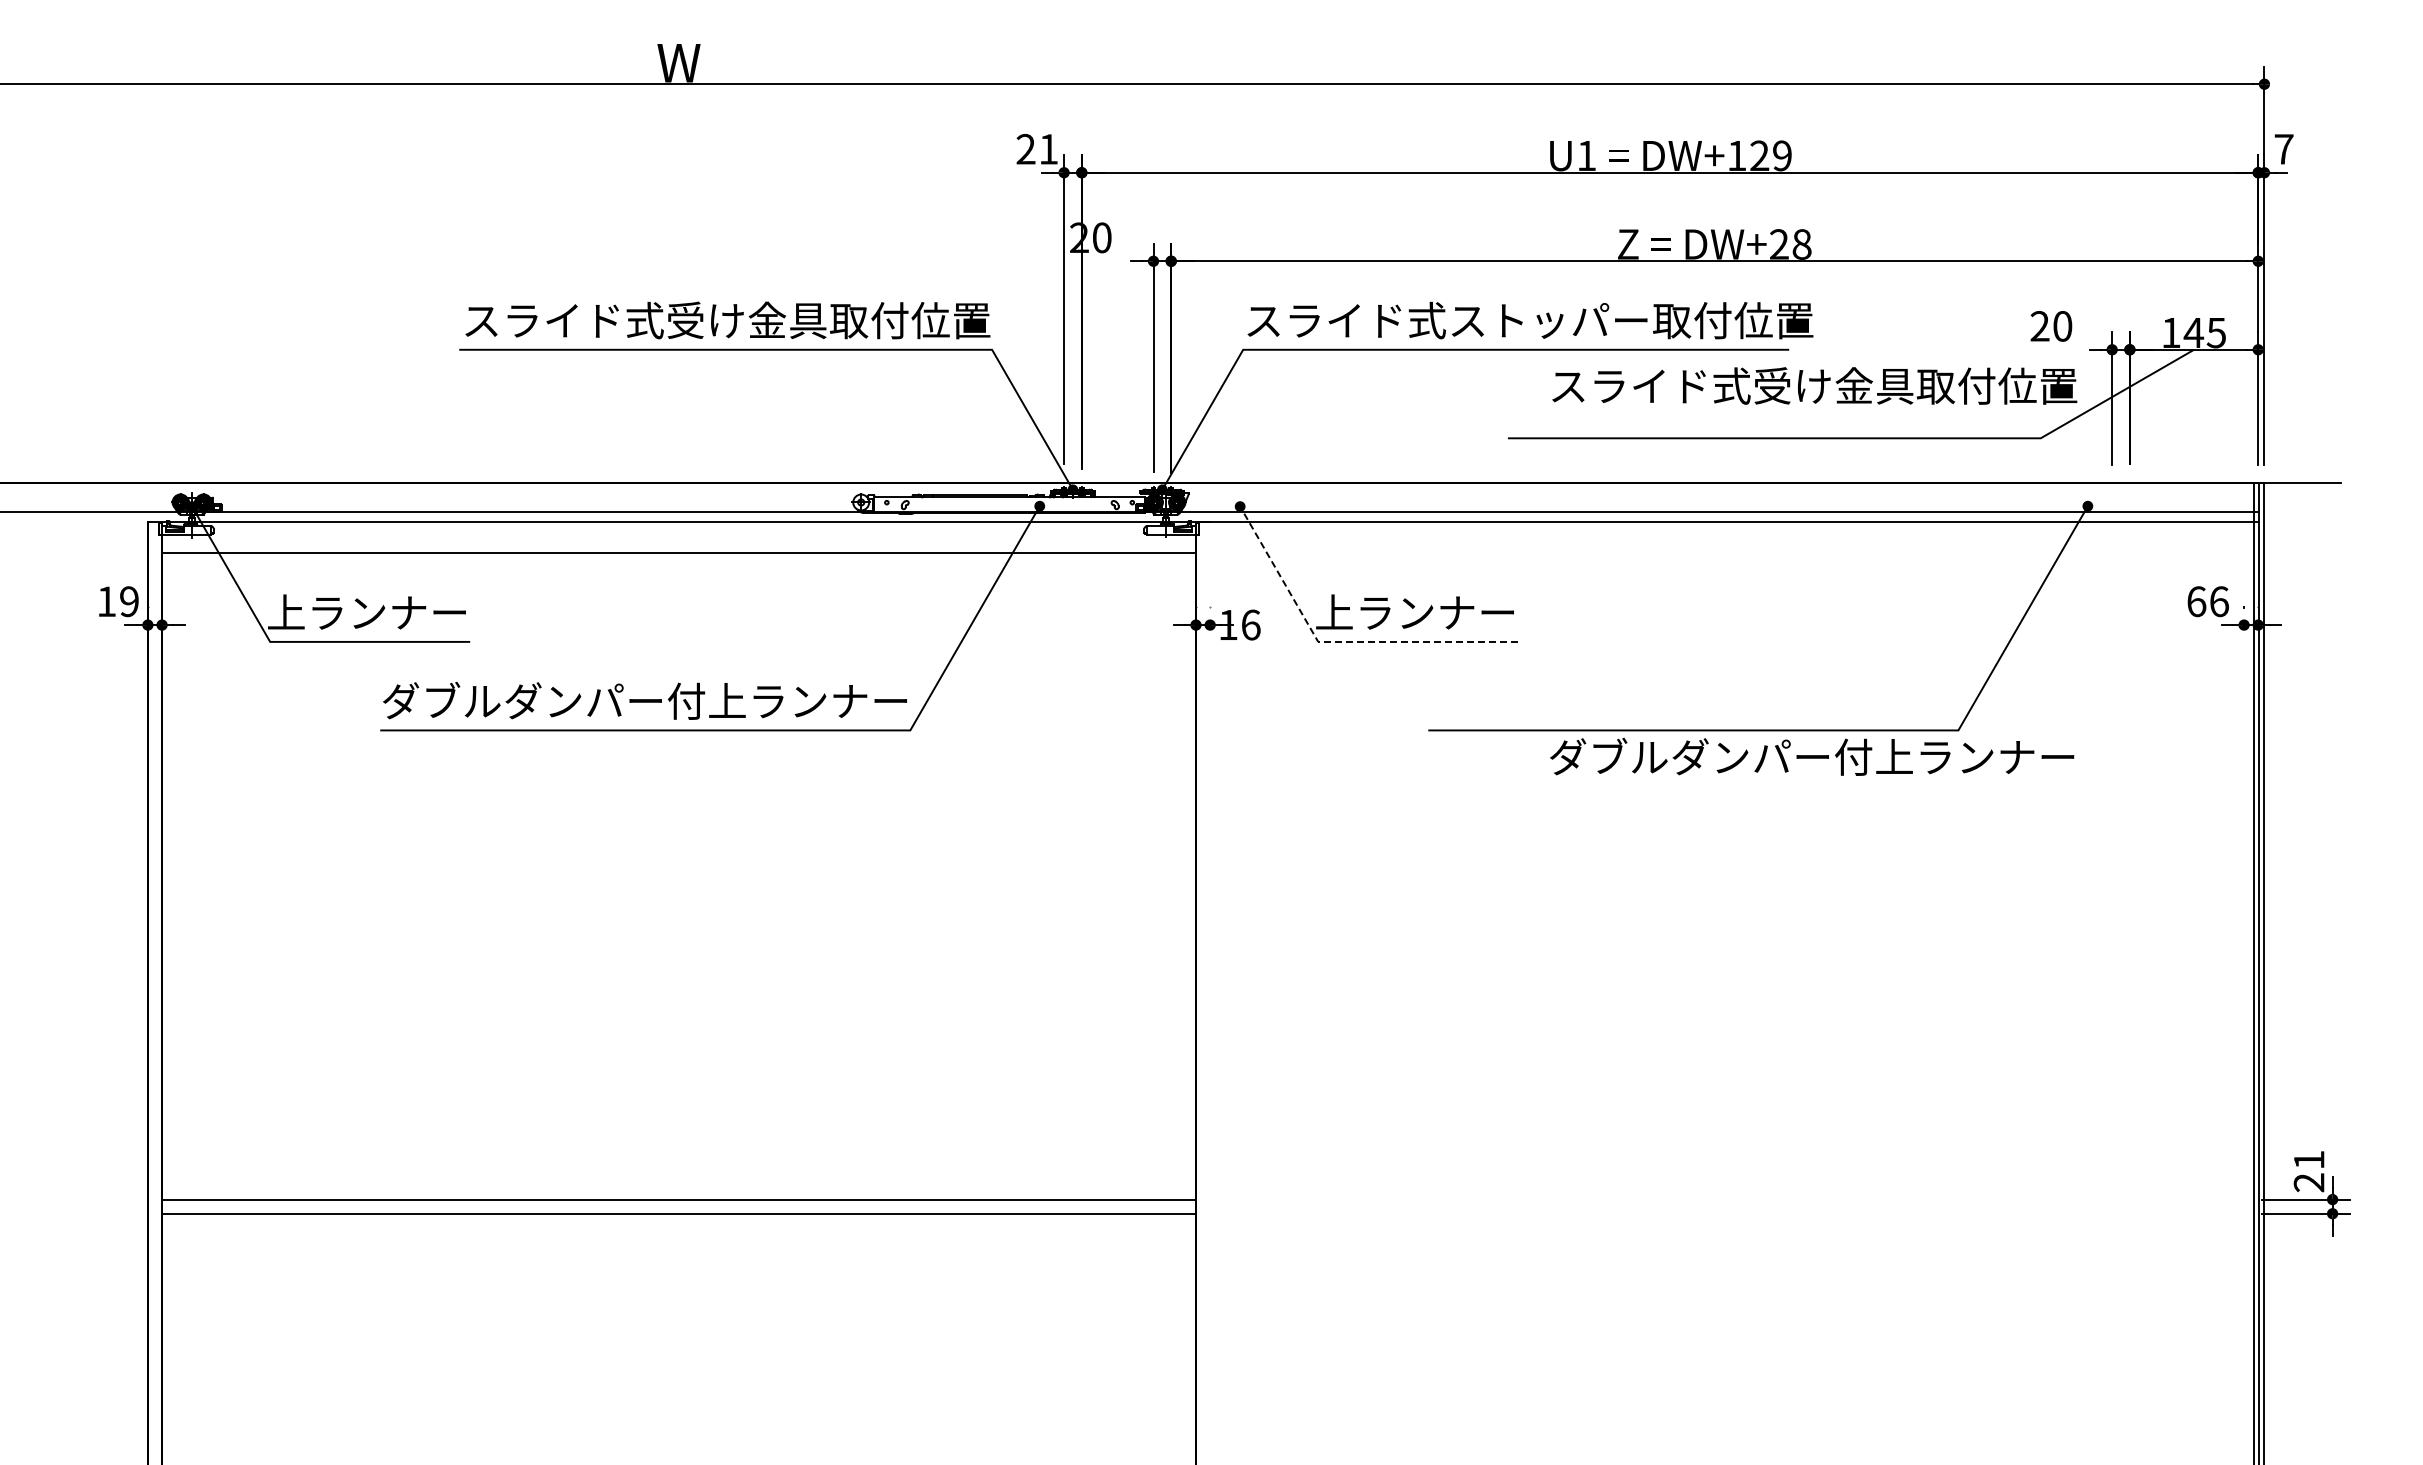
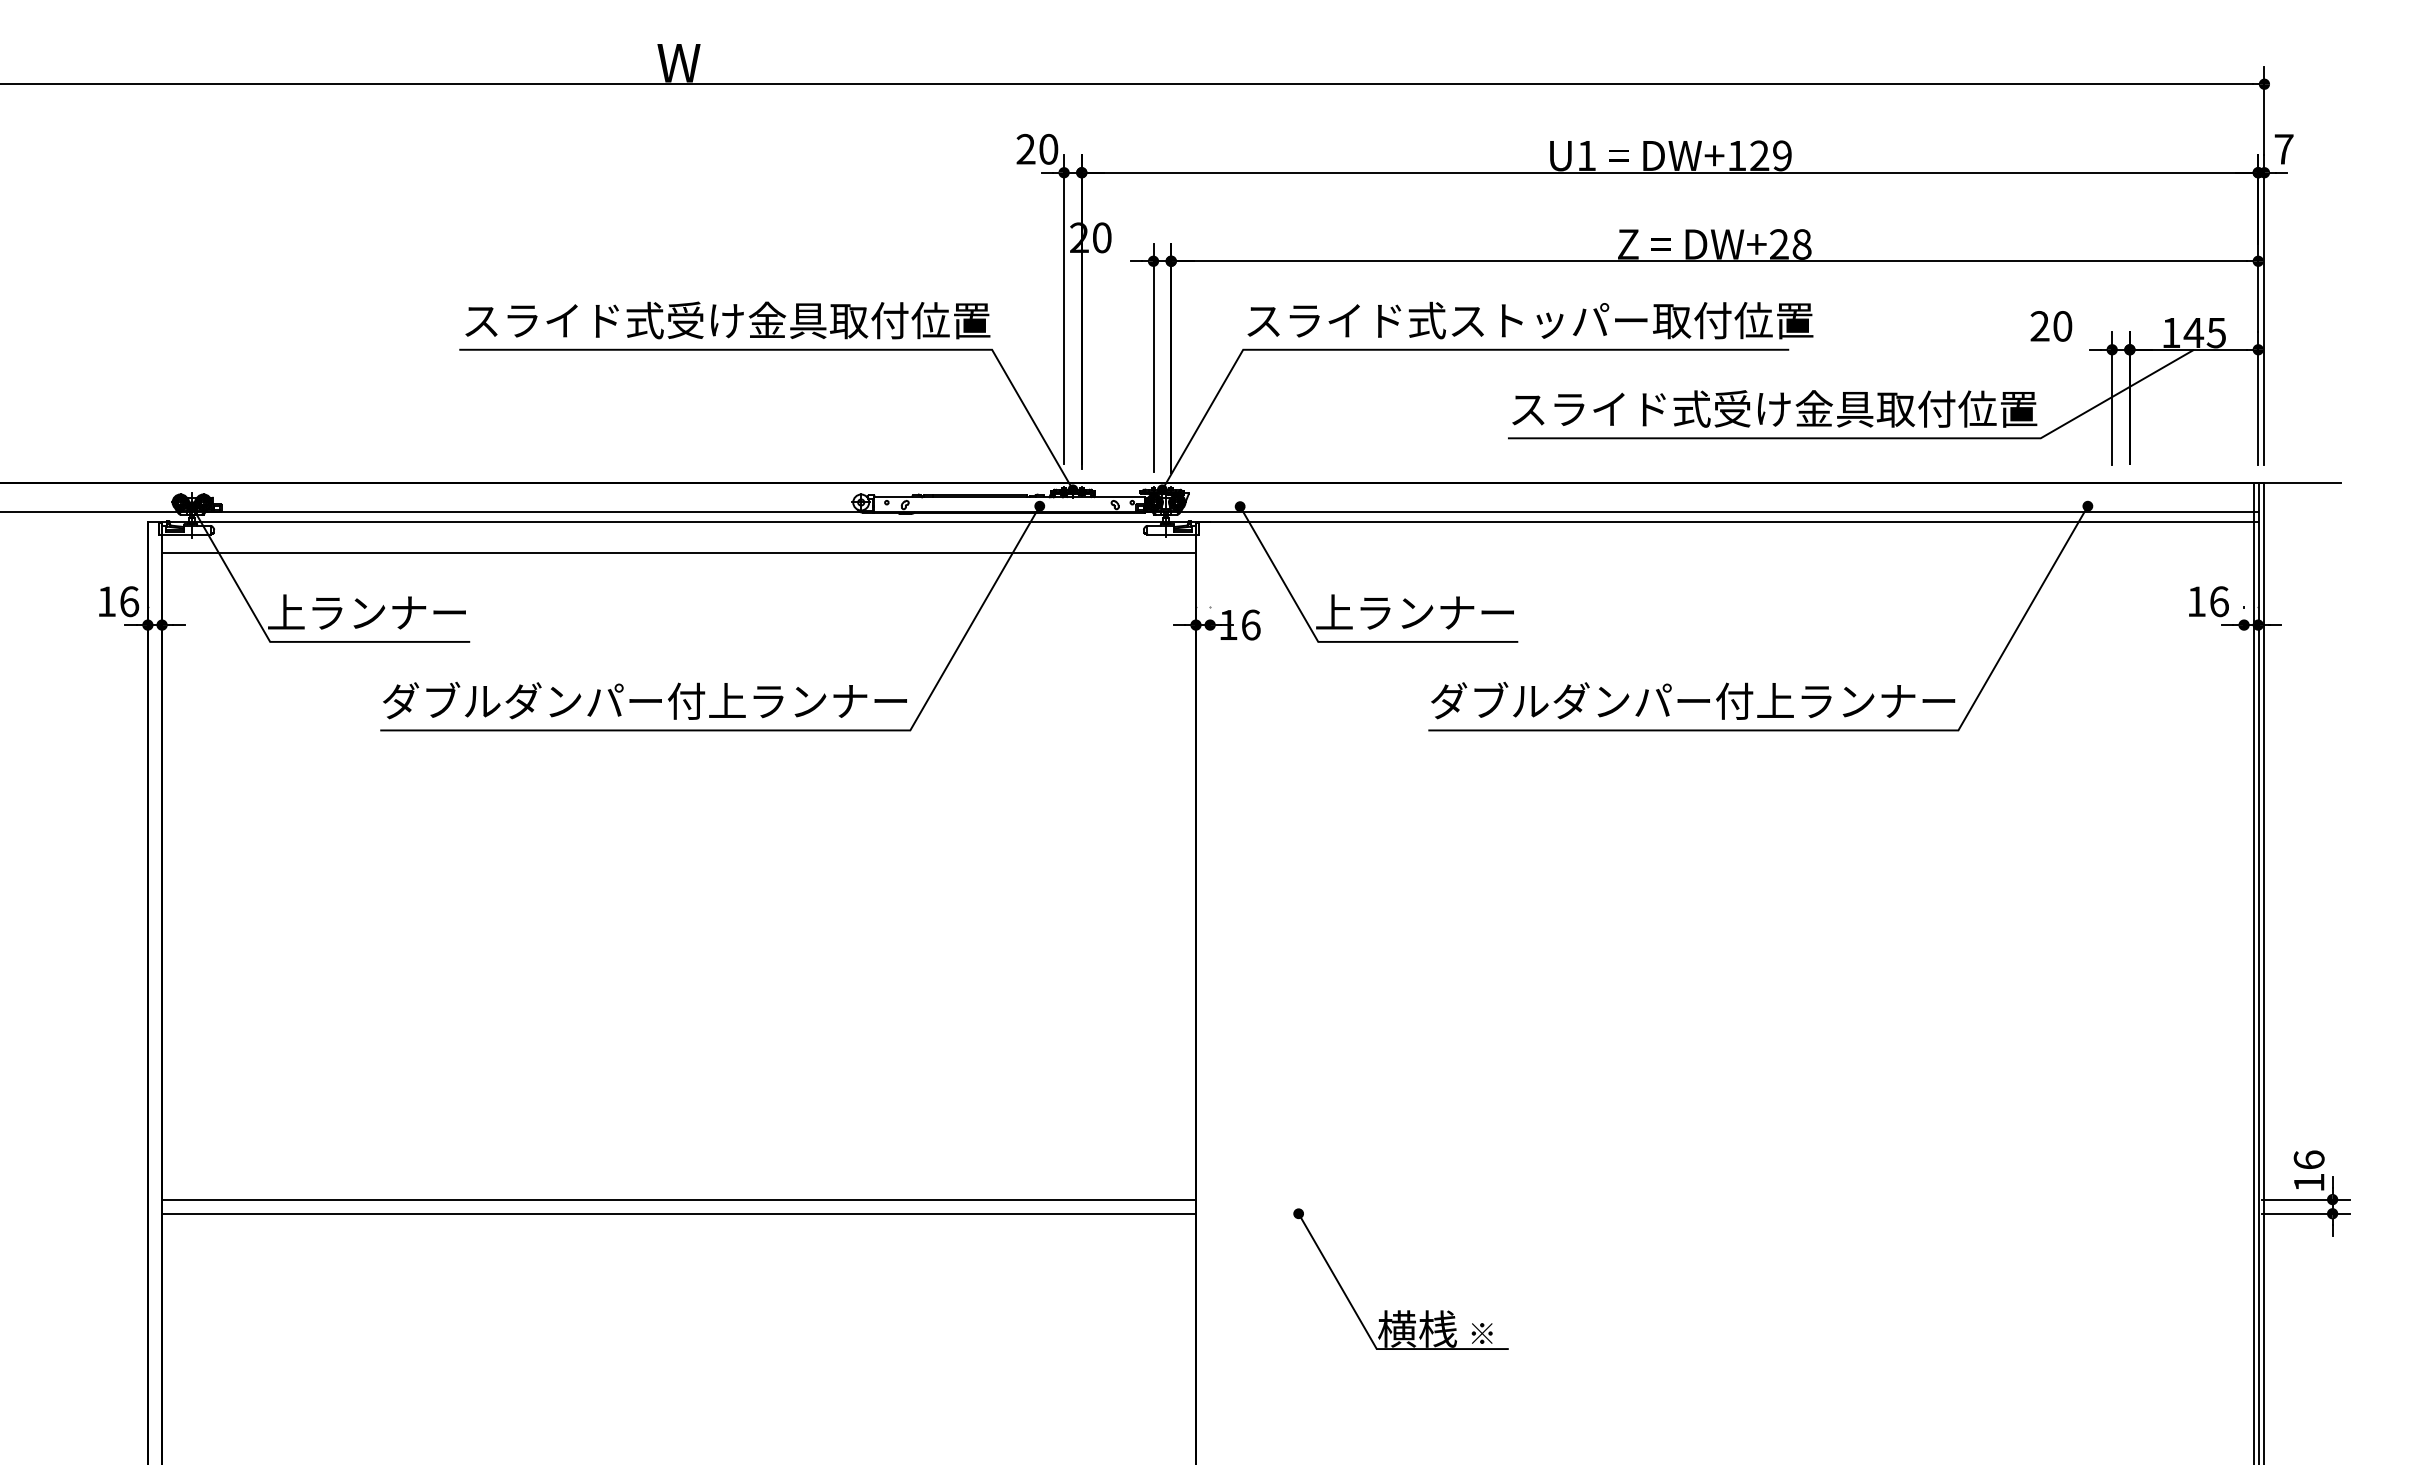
text at (1048, 148): 21 -> 20
text at (1814, 385) position: (1814, 385) -> (1774, 408)
text at (129, 601): 19 -> 16
text at (2196, 601): 66 -> 16
line at (1339, 641): dashed -> solid
text at (1812, 756) position: (1812, 756) -> (1693, 700)
text at (2308, 1171): 21 -> 16
part at (1400, 1310): none -> present
